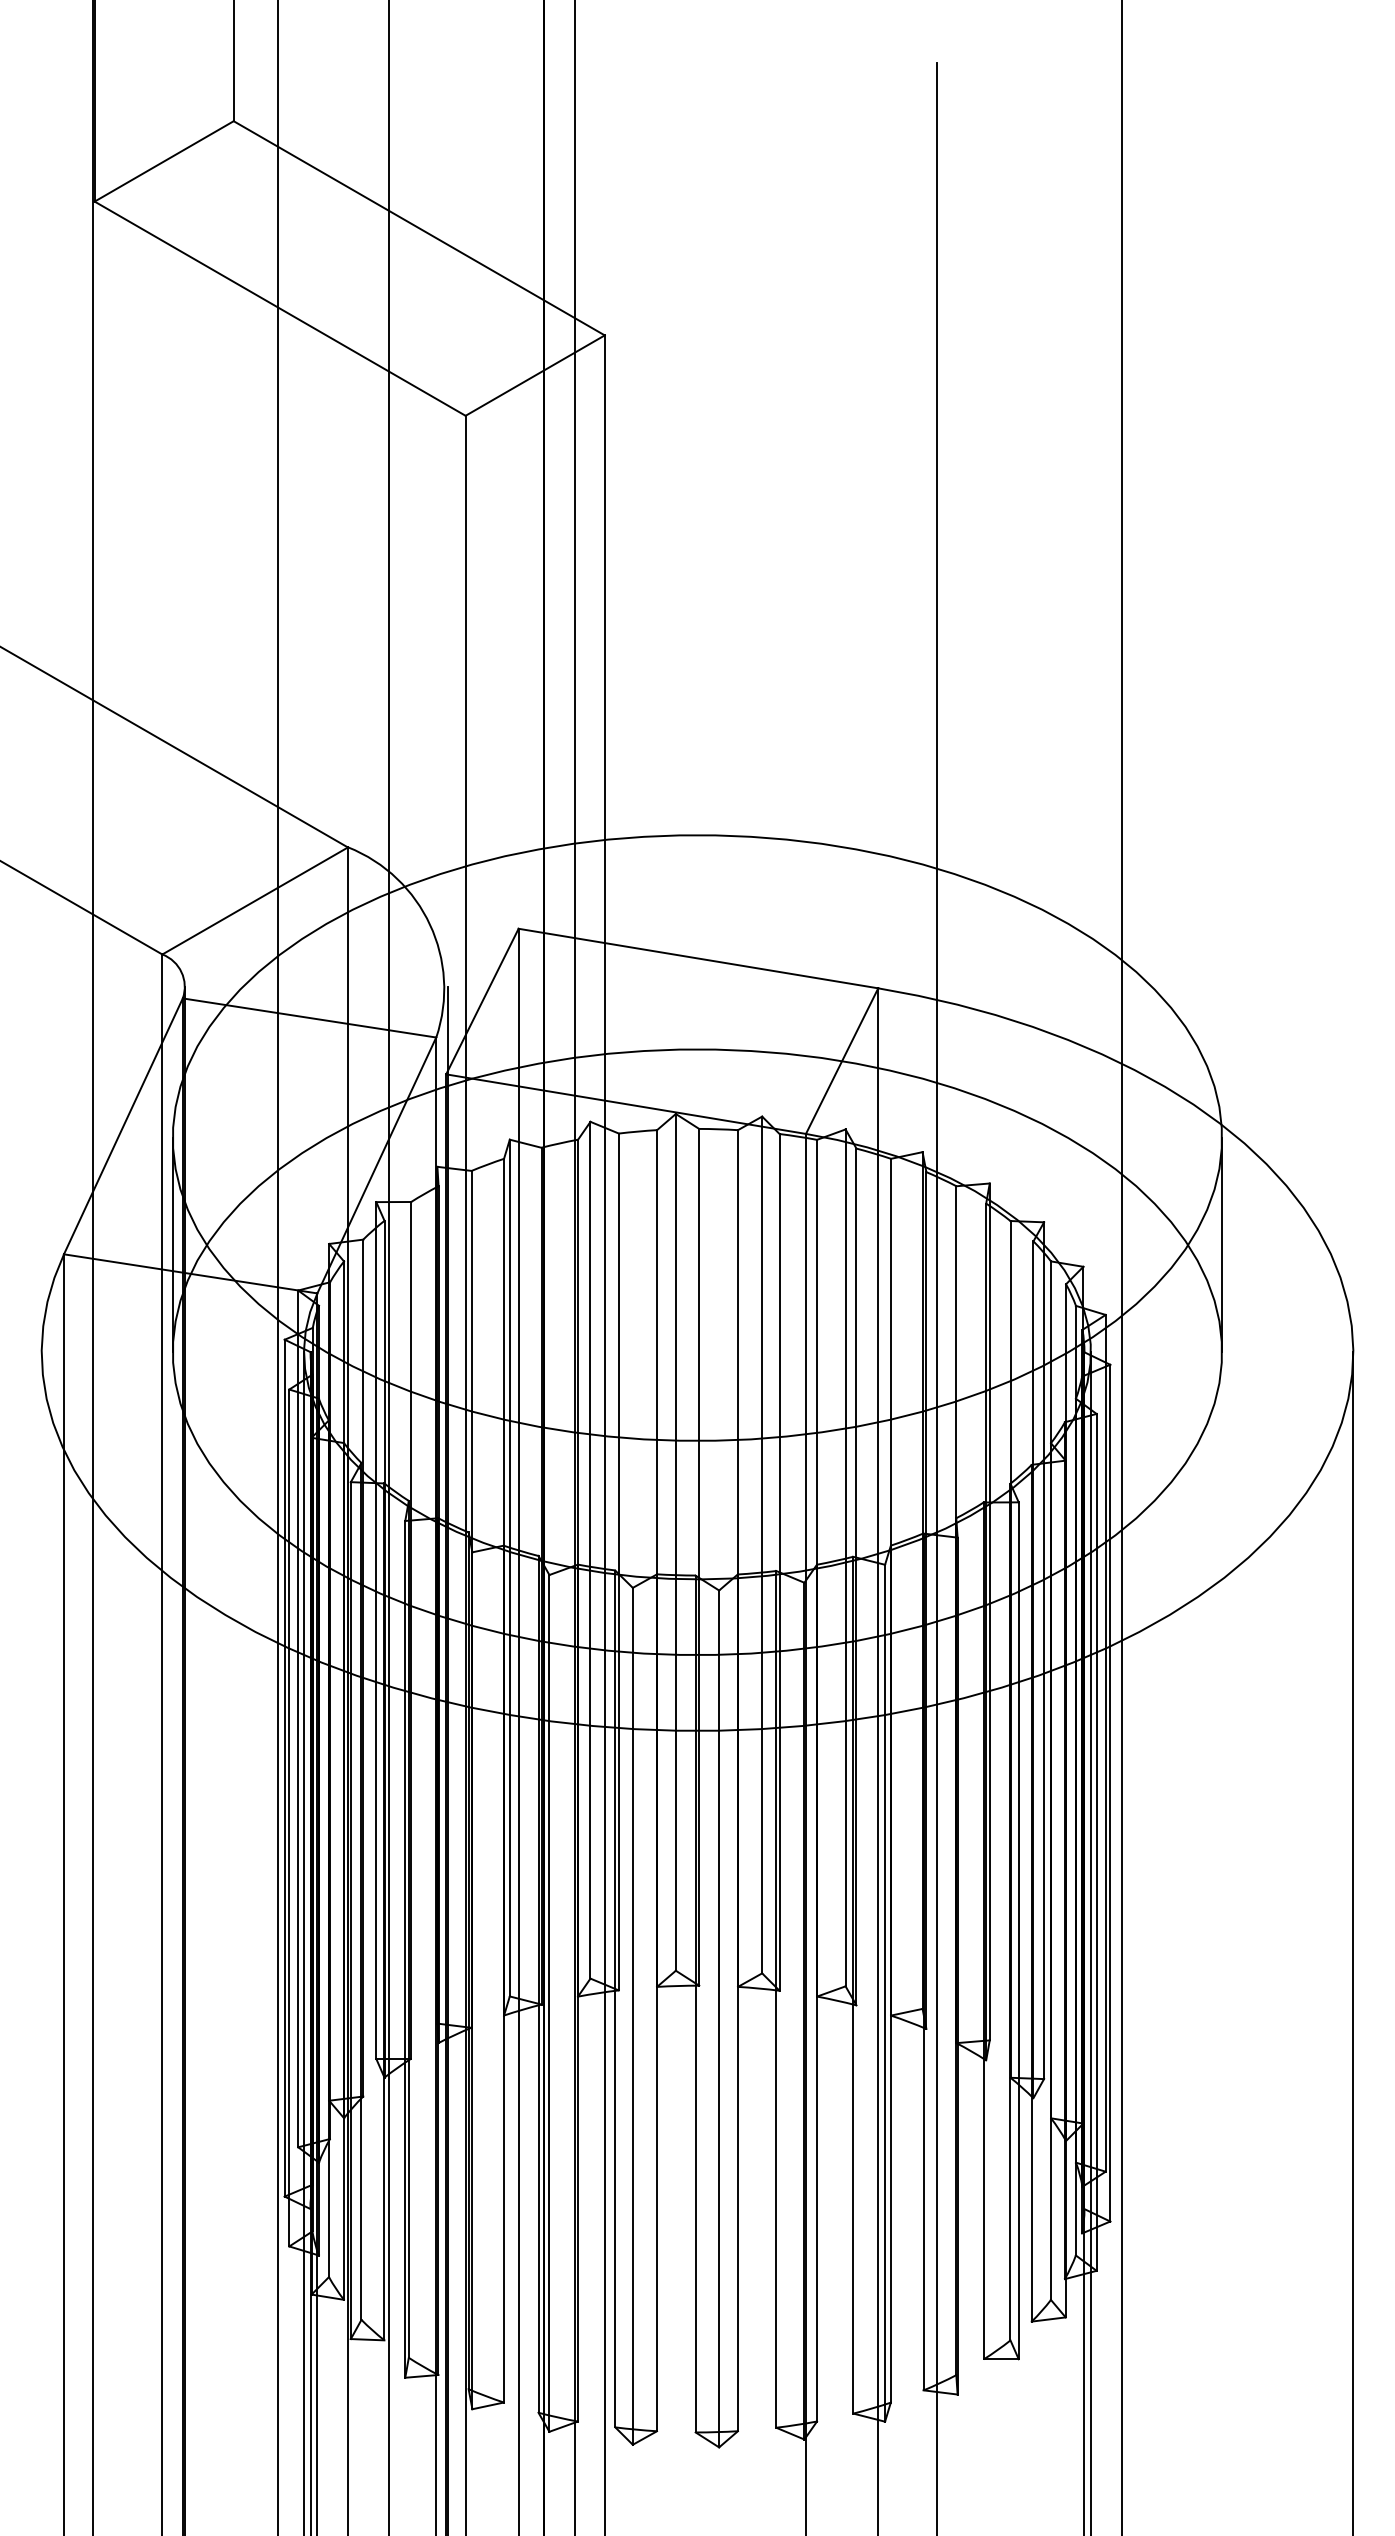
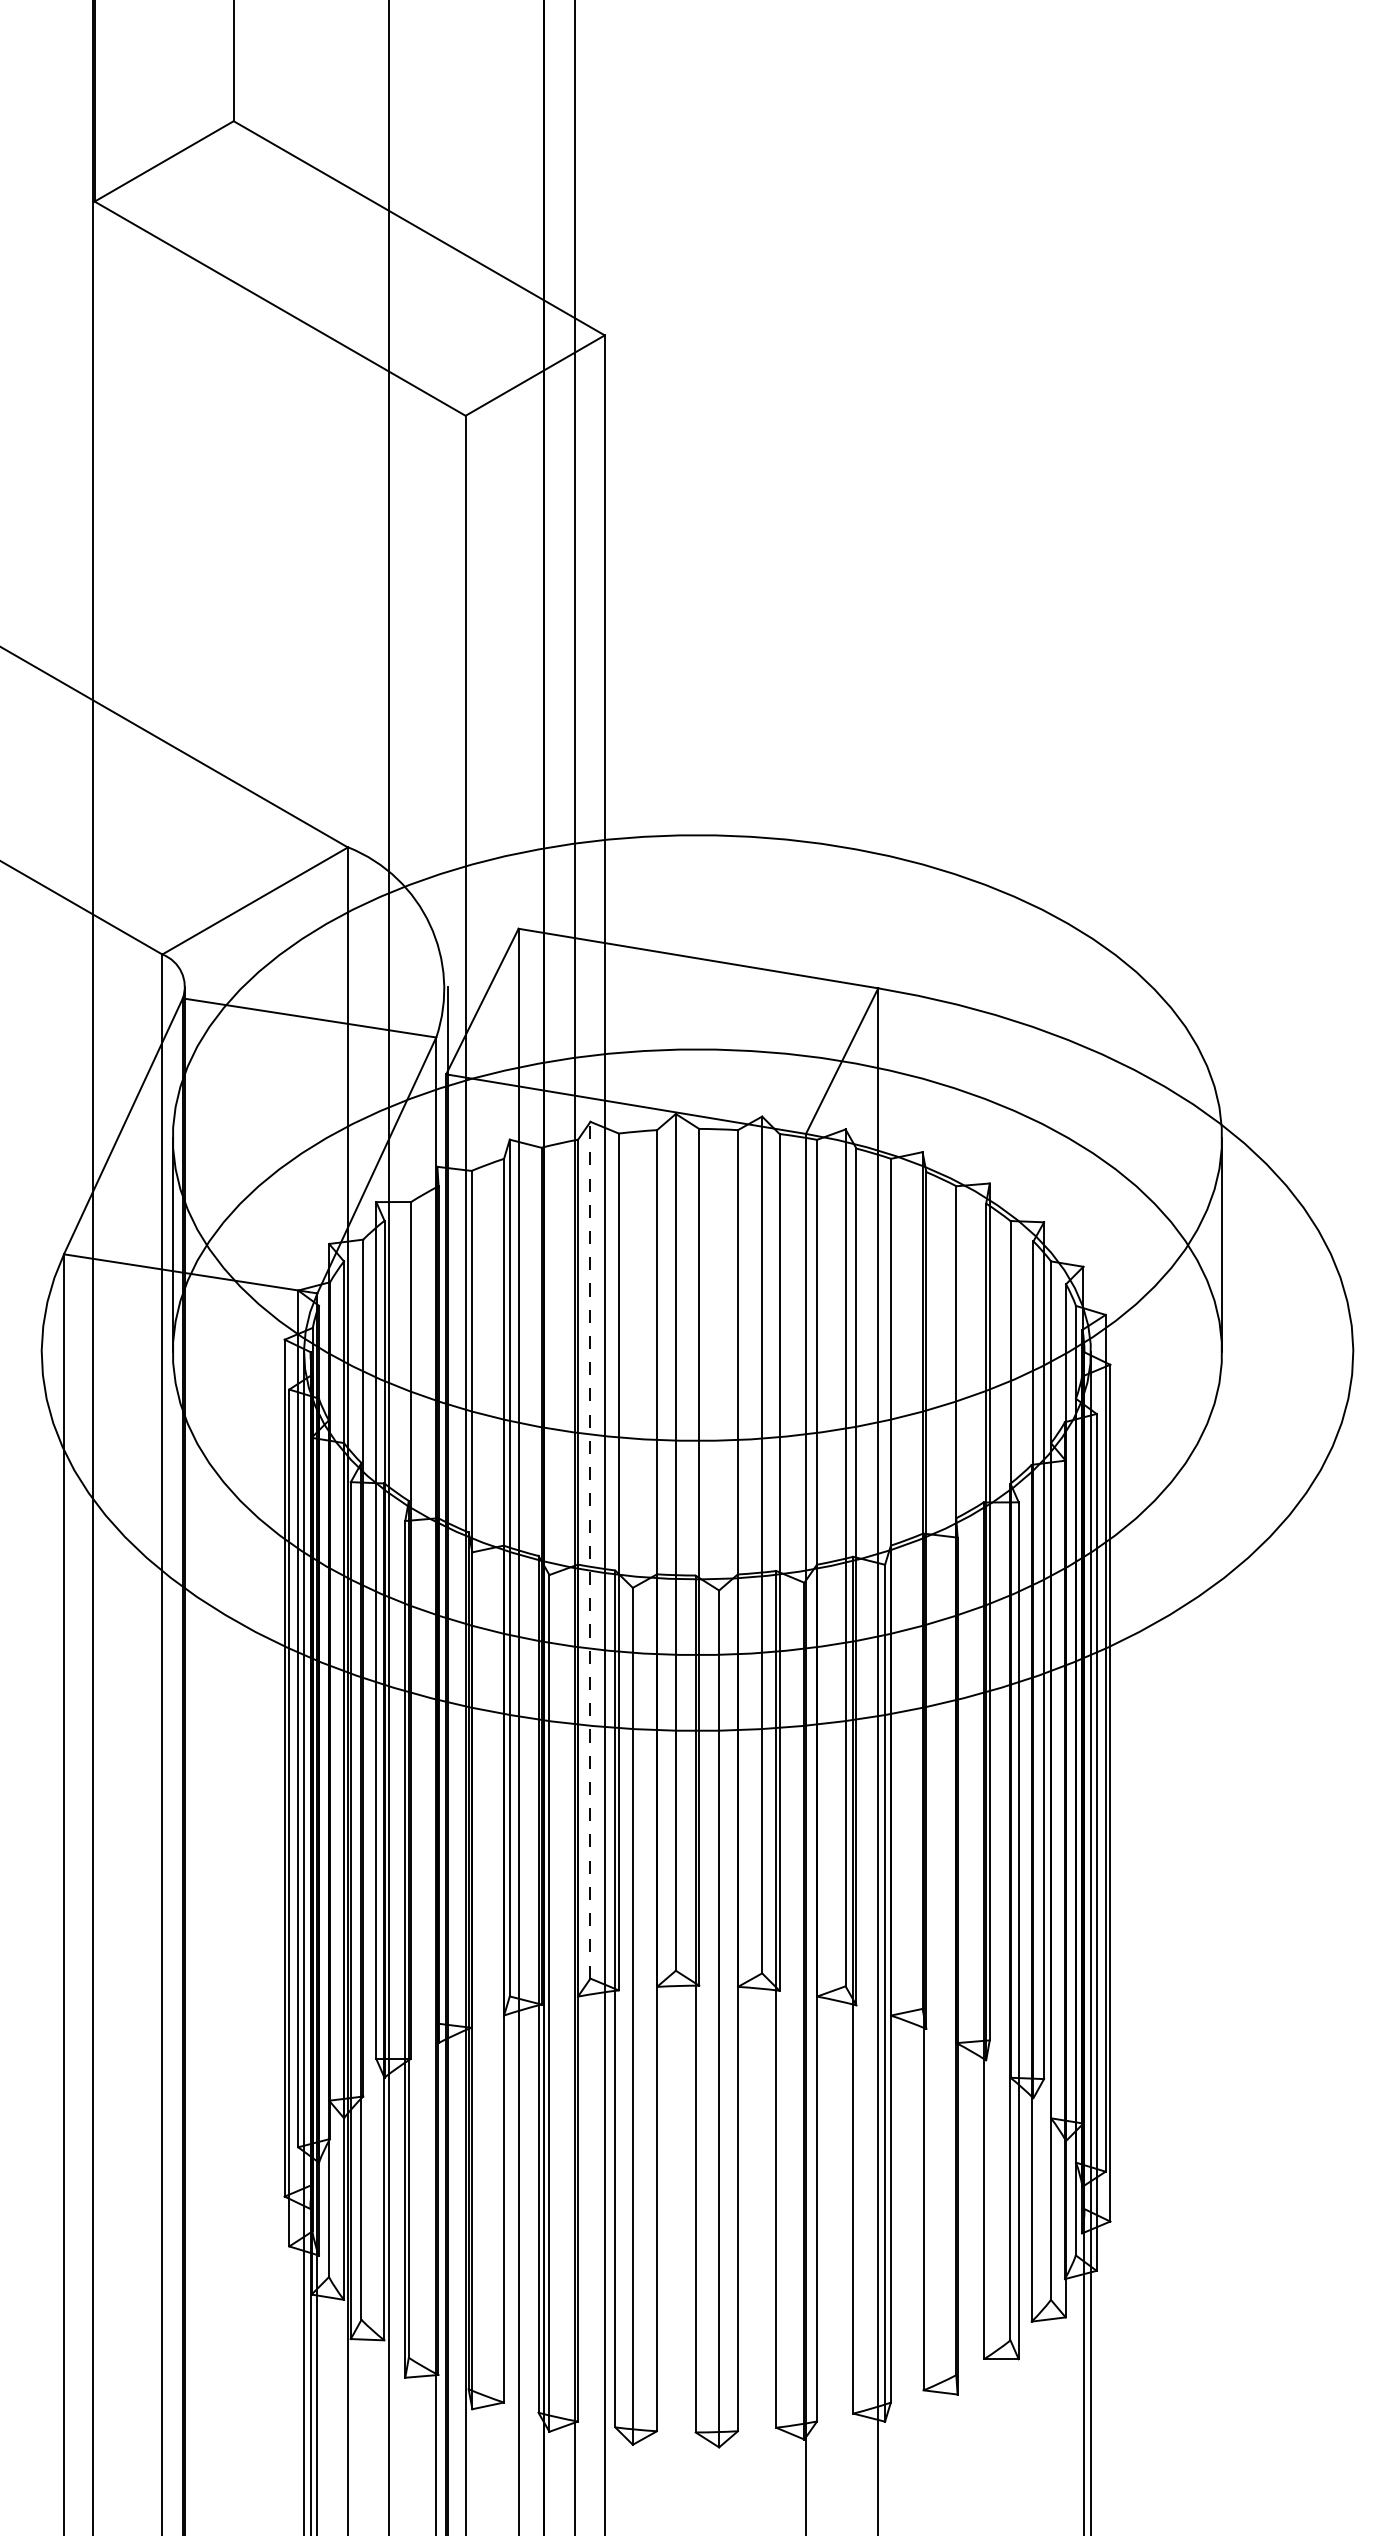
line at (278, 1267): present -> none
line at (1121, 1267): present -> none
line at (936, 1297): present -> none
line at (590, 1549): solid -> dashed
line at (1353, 1942): present -> none
